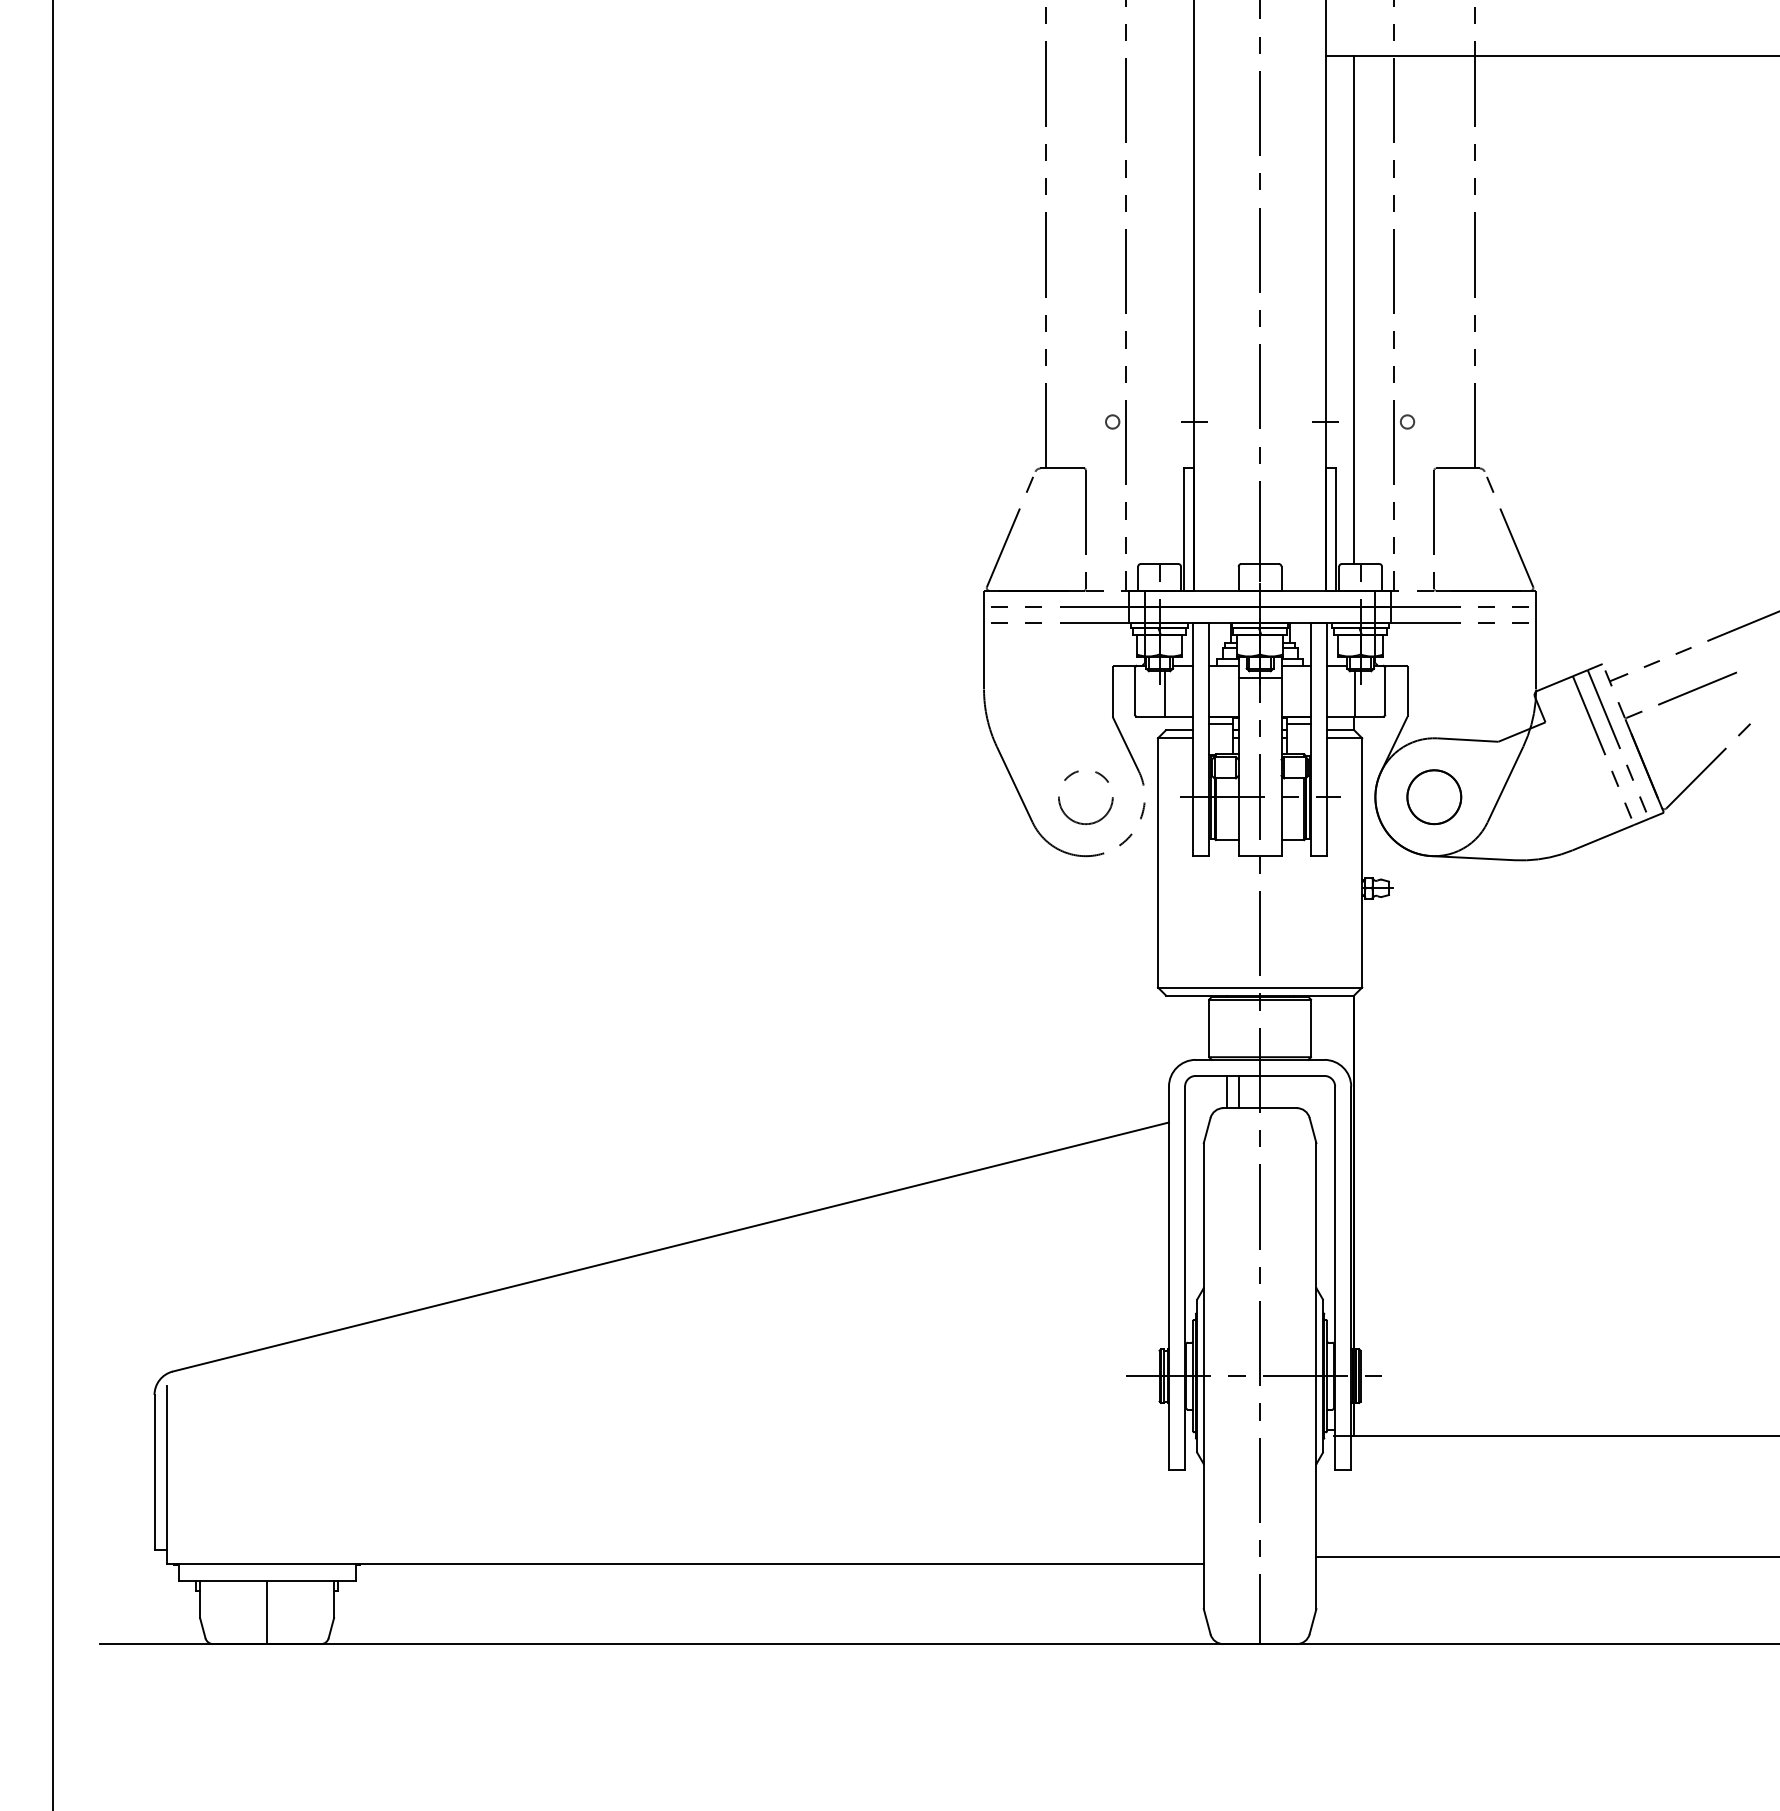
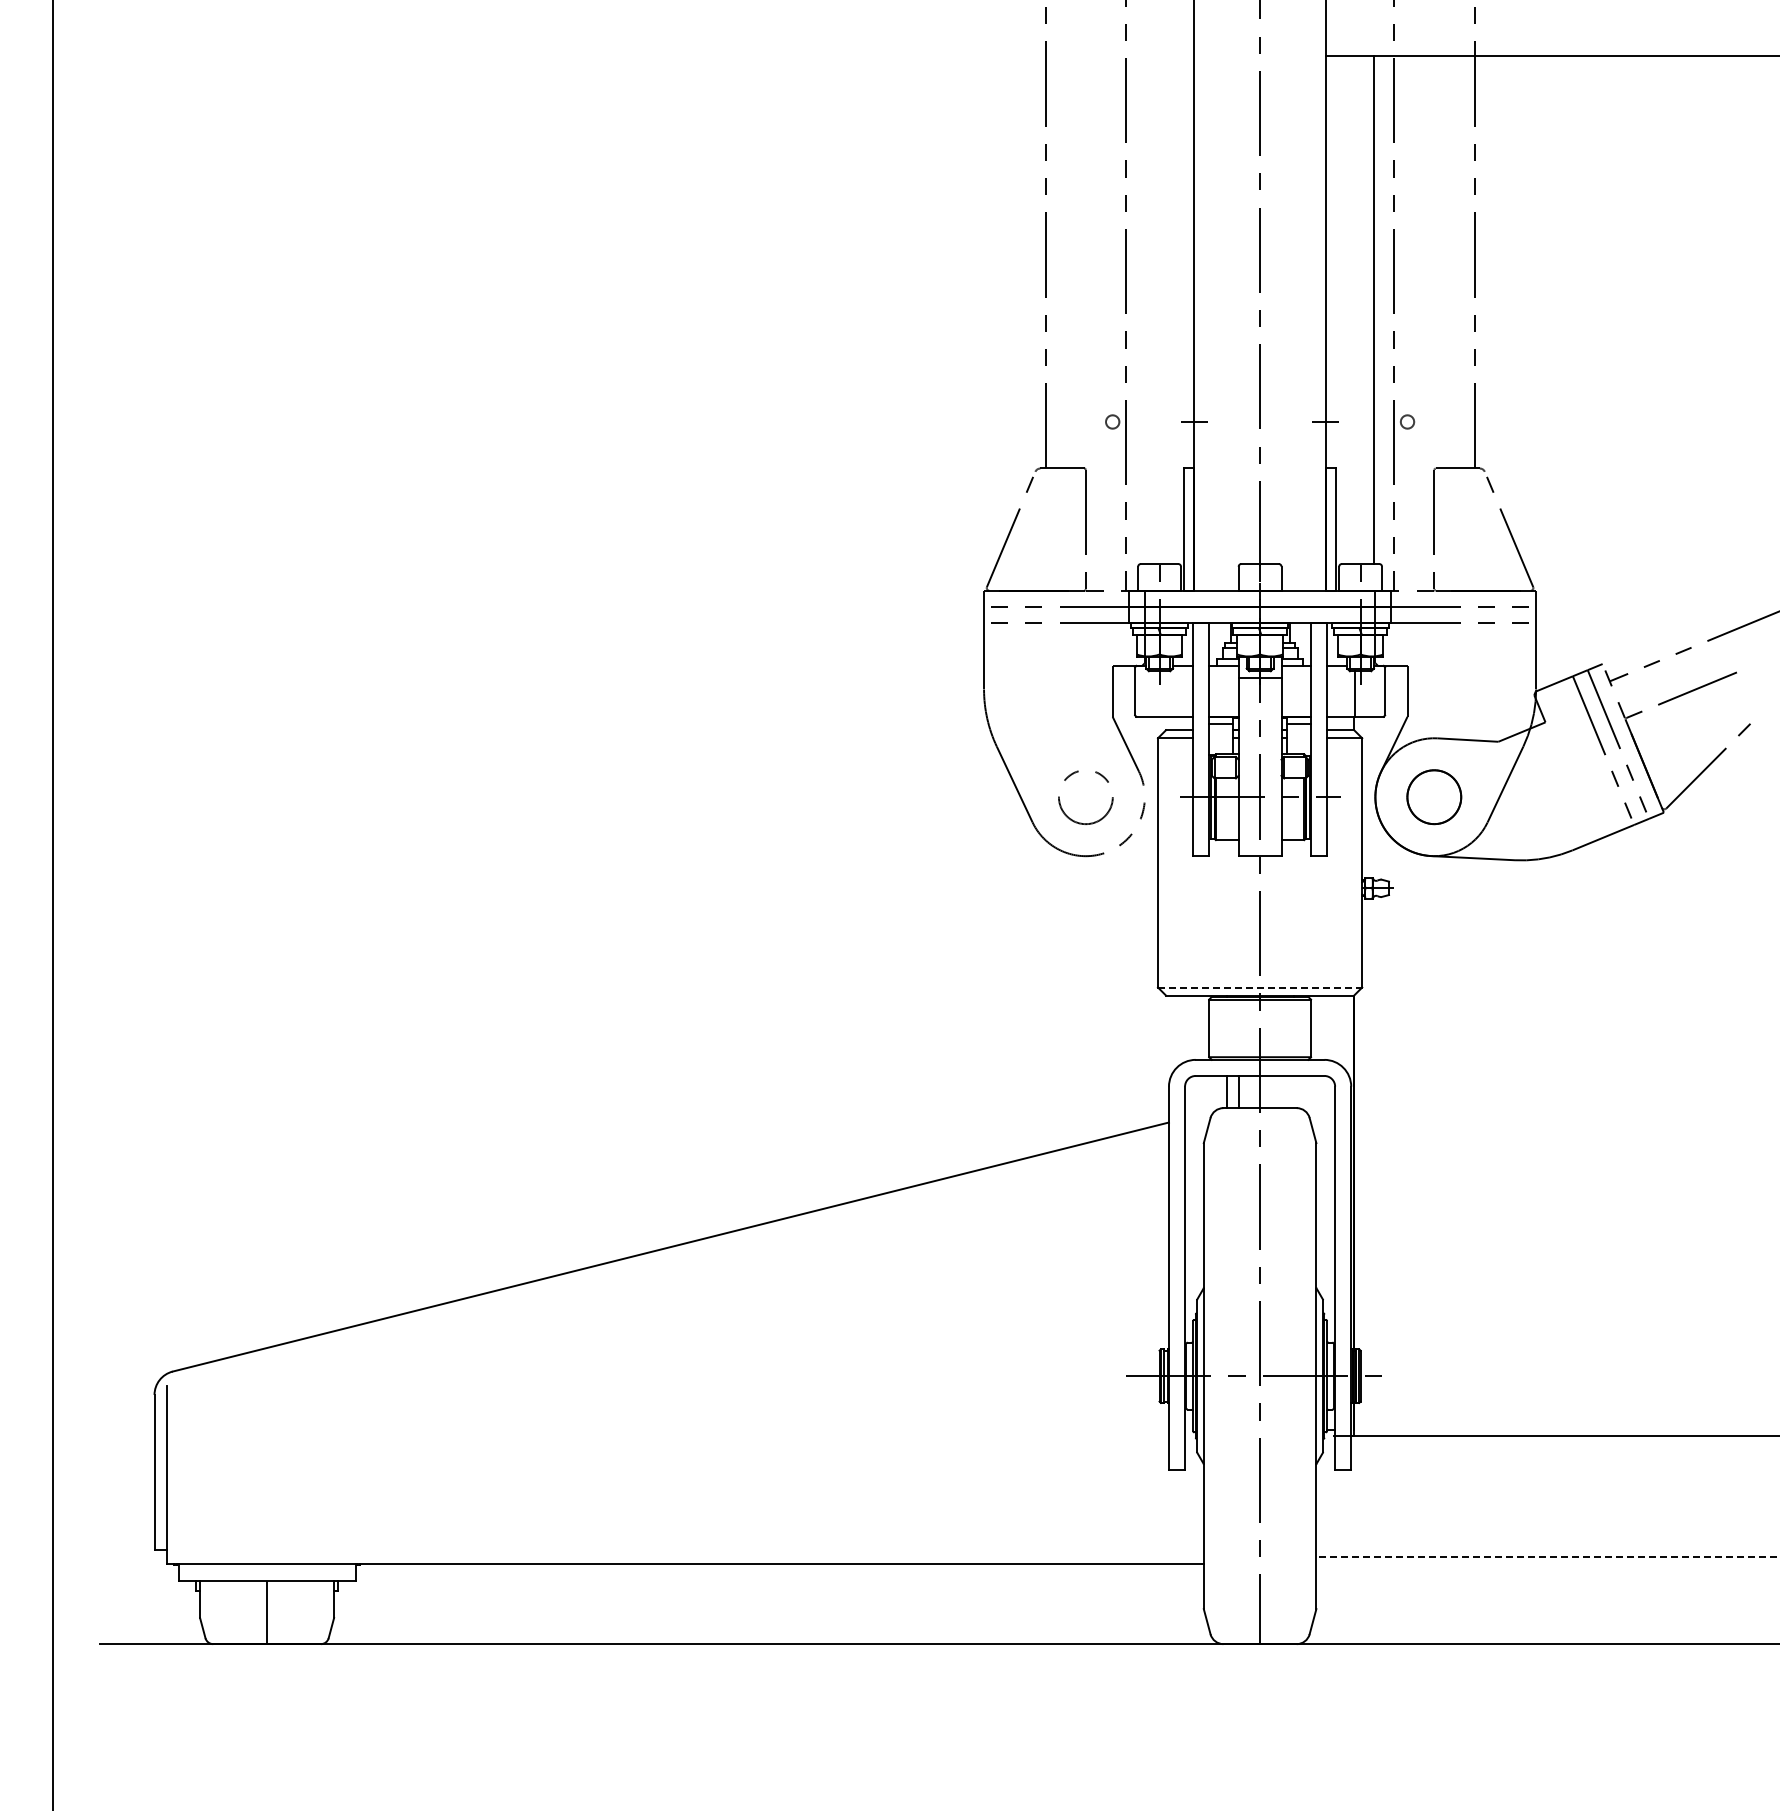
line at (1353, 310) position: (1353, 310) -> (1373, 310)
line at (1164, 693): present -> none
line at (1260, 987): solid -> dashed
line at (1547, 1557): solid -> dashed
